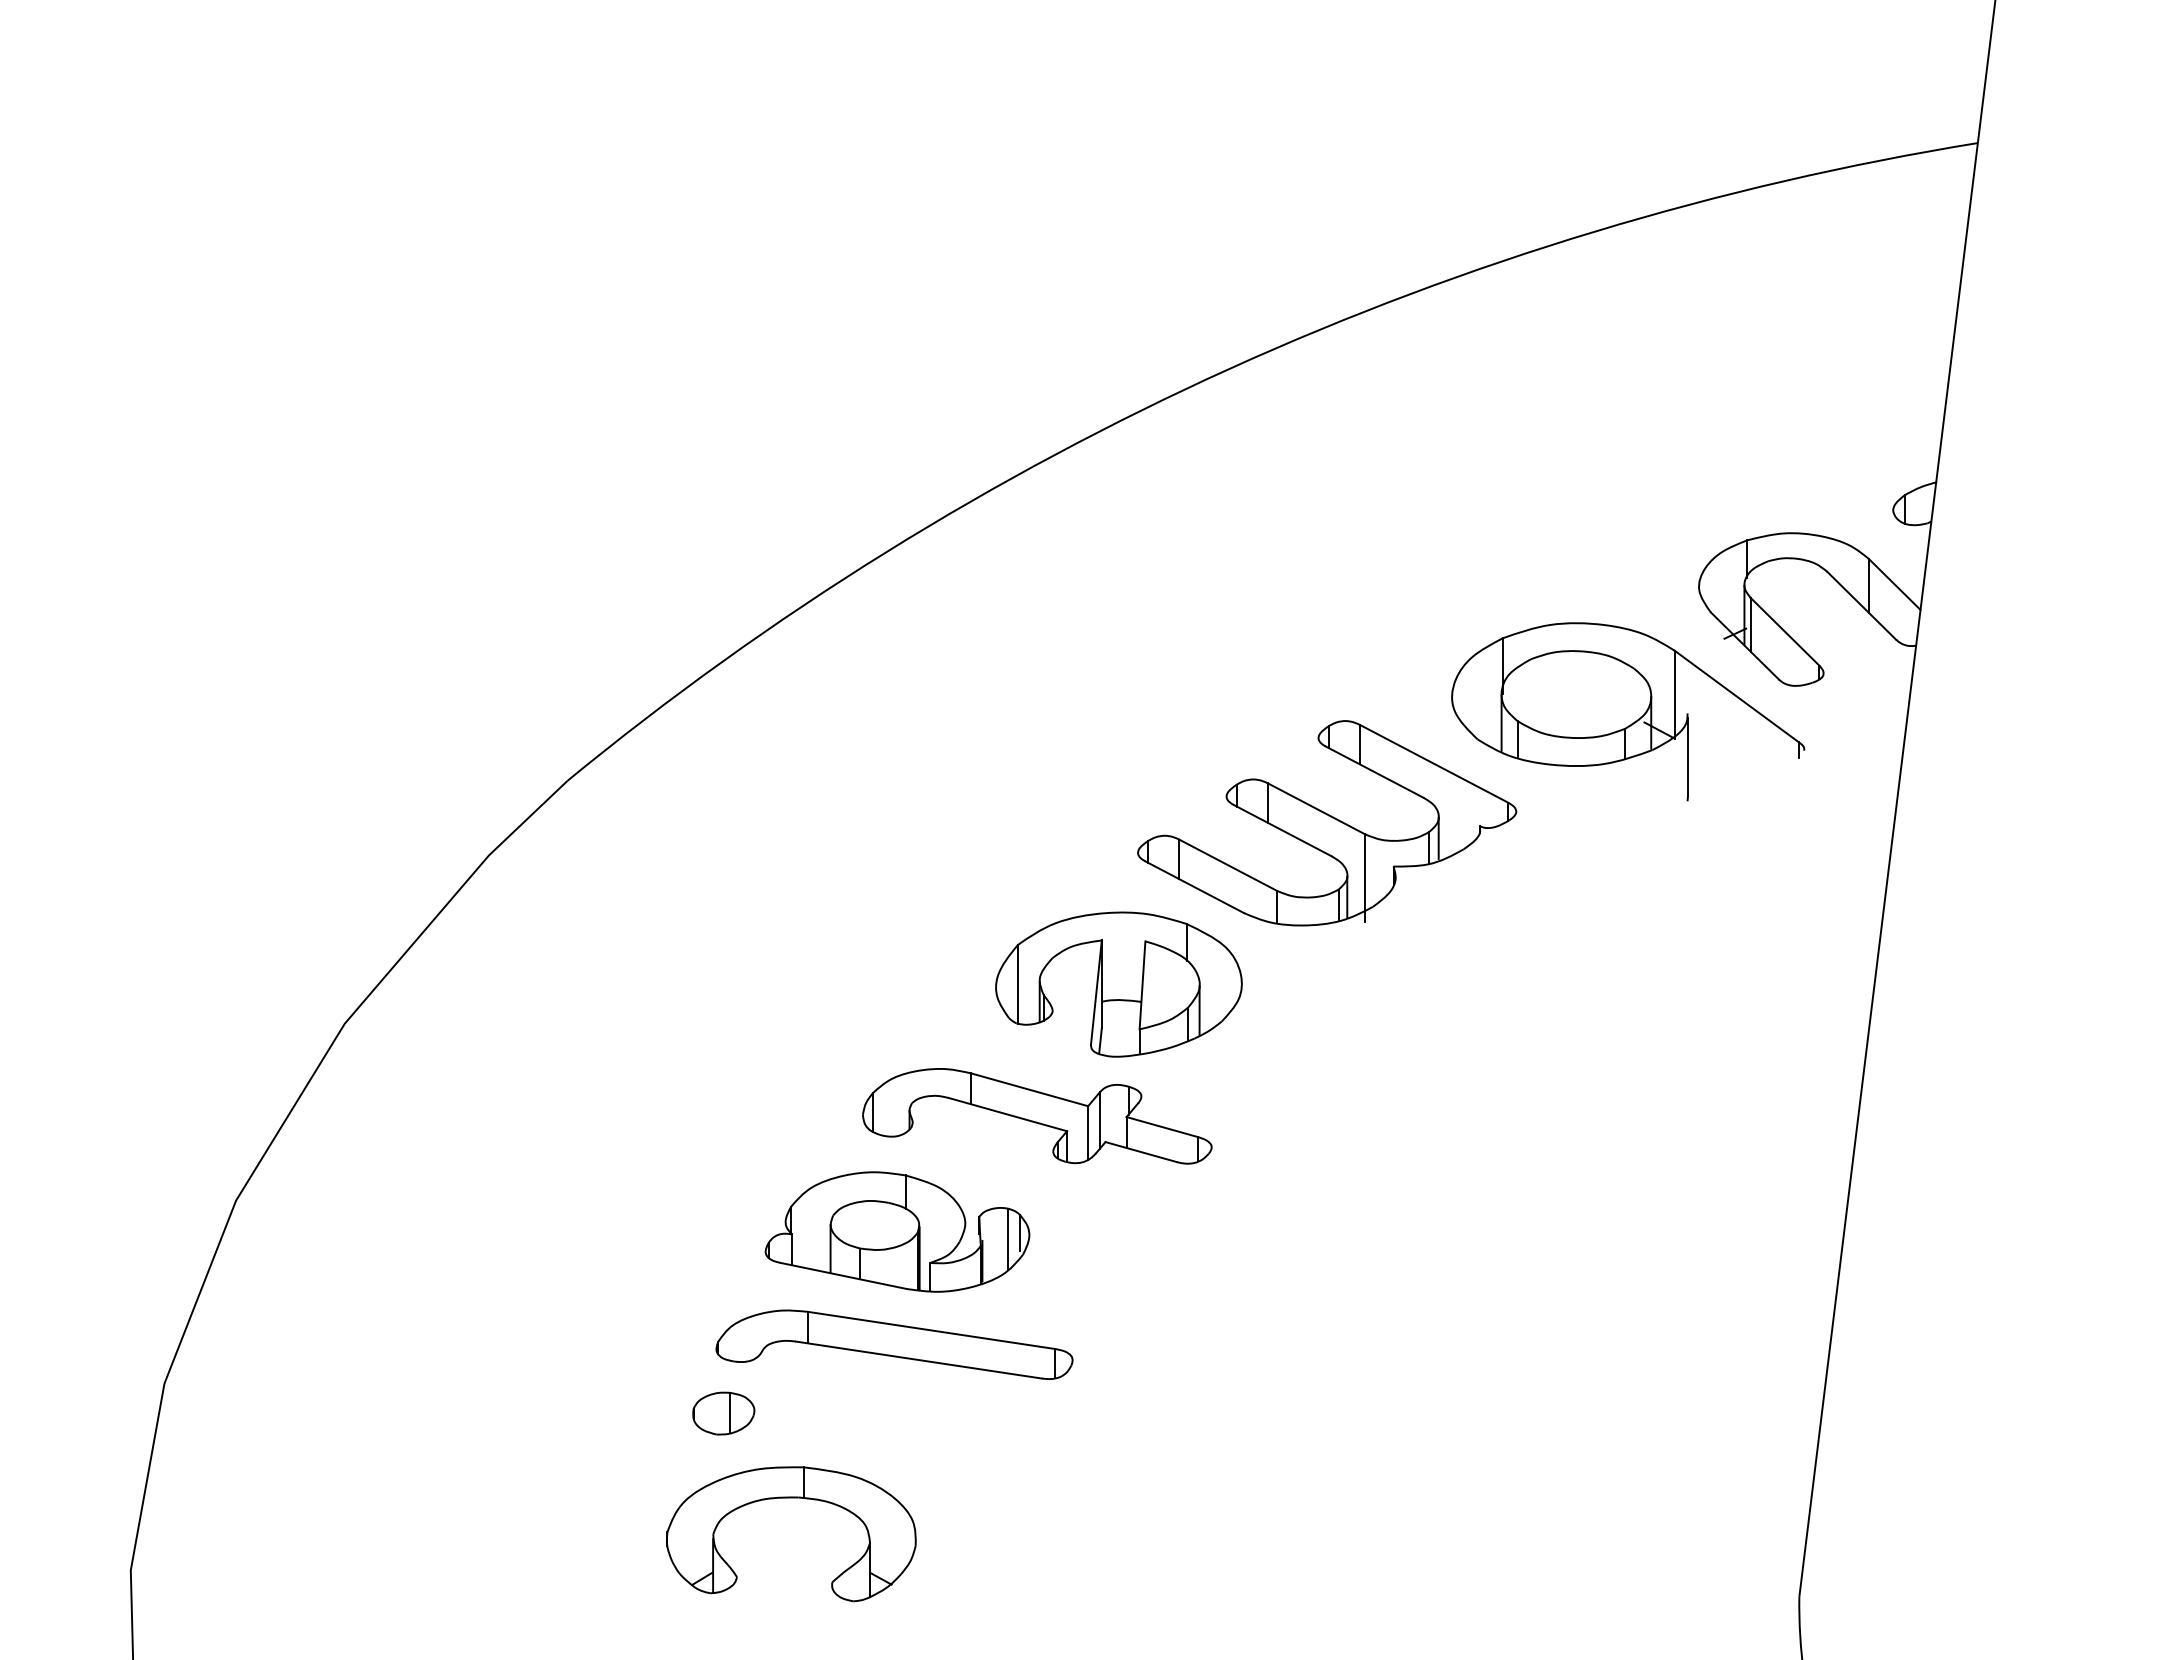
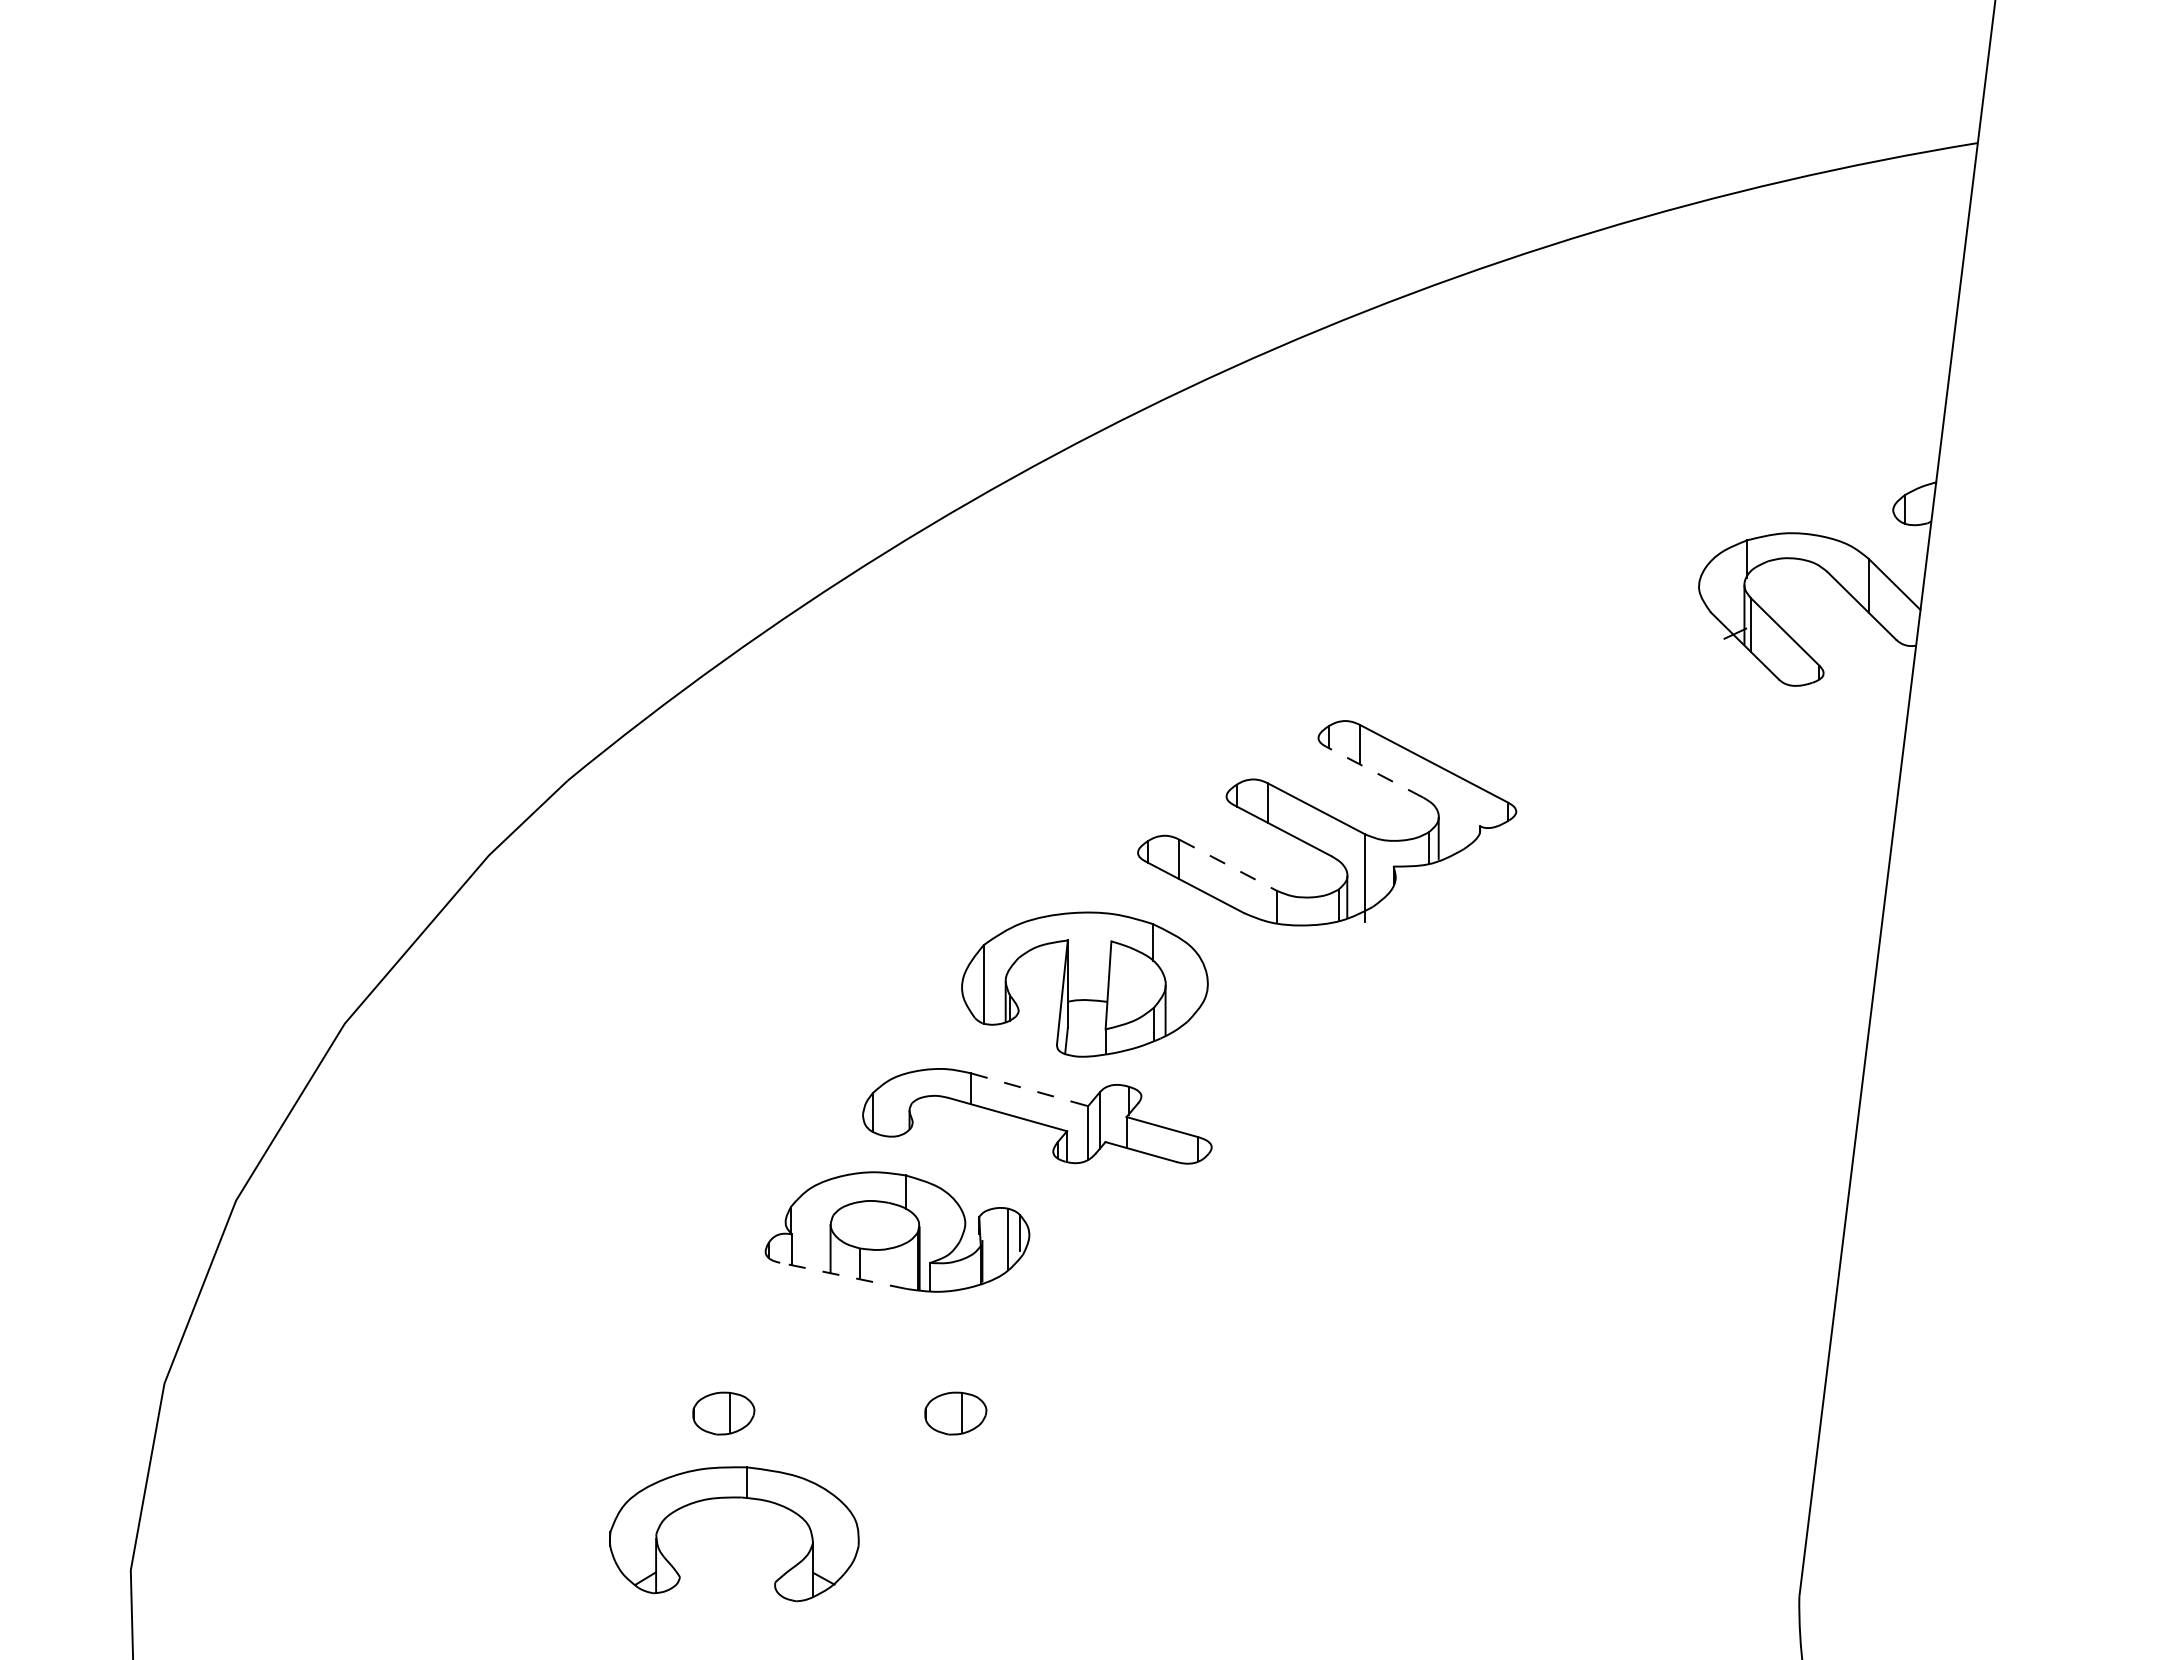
part at (1628, 711): present -> none
line at (1374, 771): solid -> dashed
line at (1228, 865): solid -> dashed
part at (1118, 984) position: (1118, 984) -> (1084, 984)
line at (1029, 1089): solid -> dashed
line at (843, 1275): solid -> dashed
part at (894, 1344): present -> none
part at (955, 1413): none -> present
part at (791, 1498) position: (791, 1498) -> (734, 1498)
